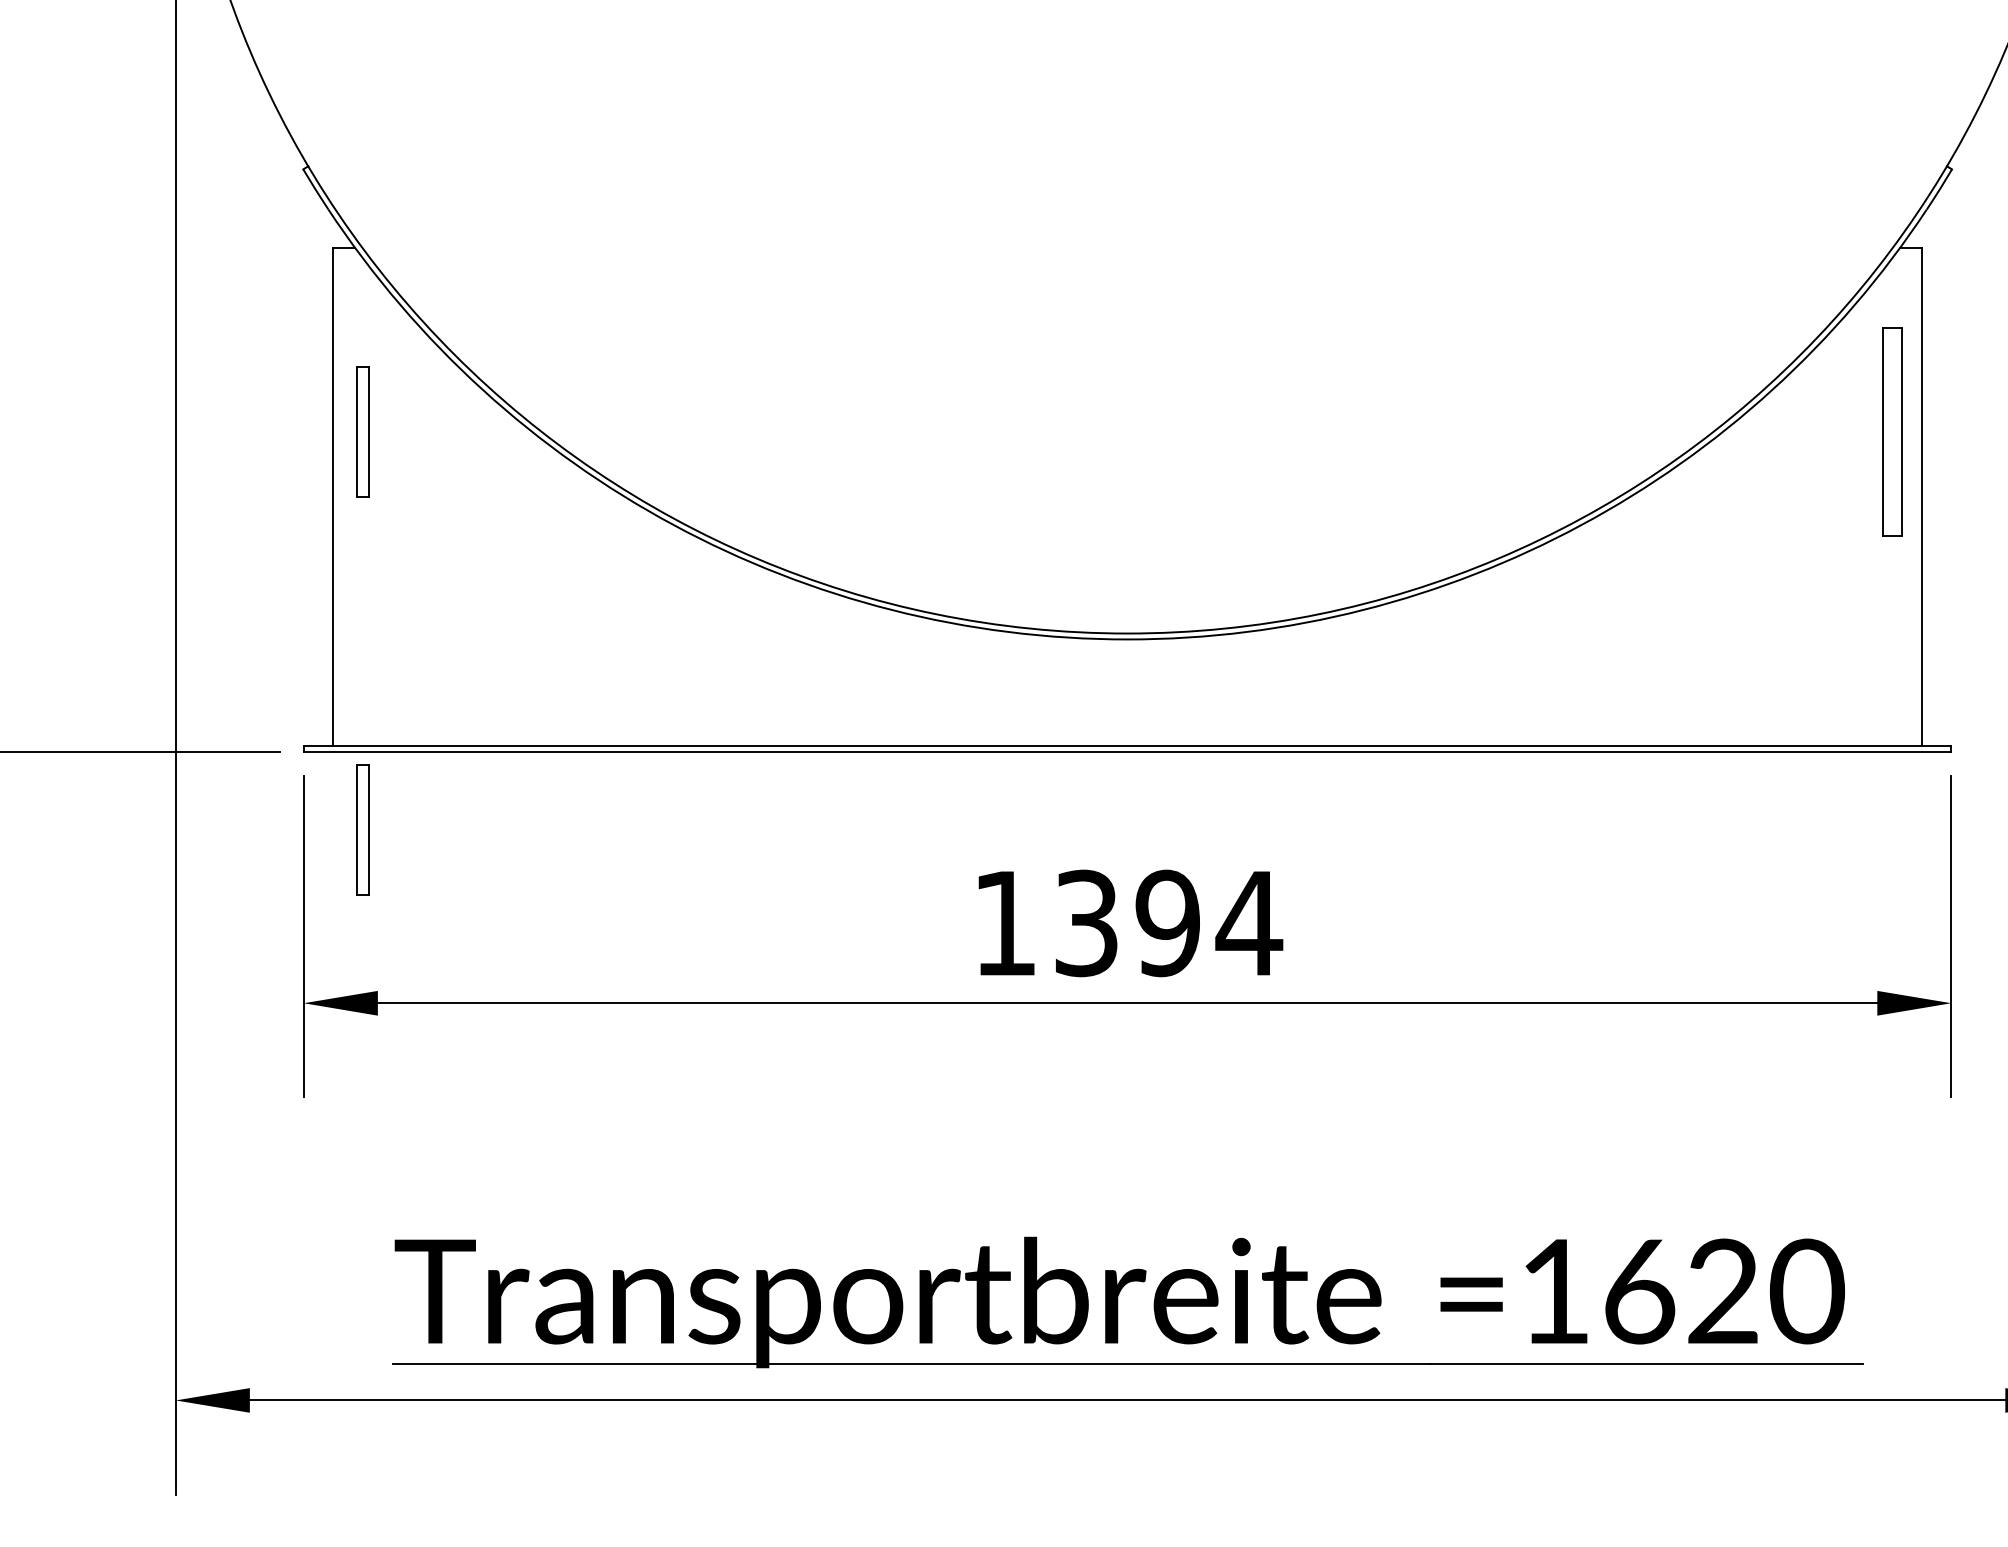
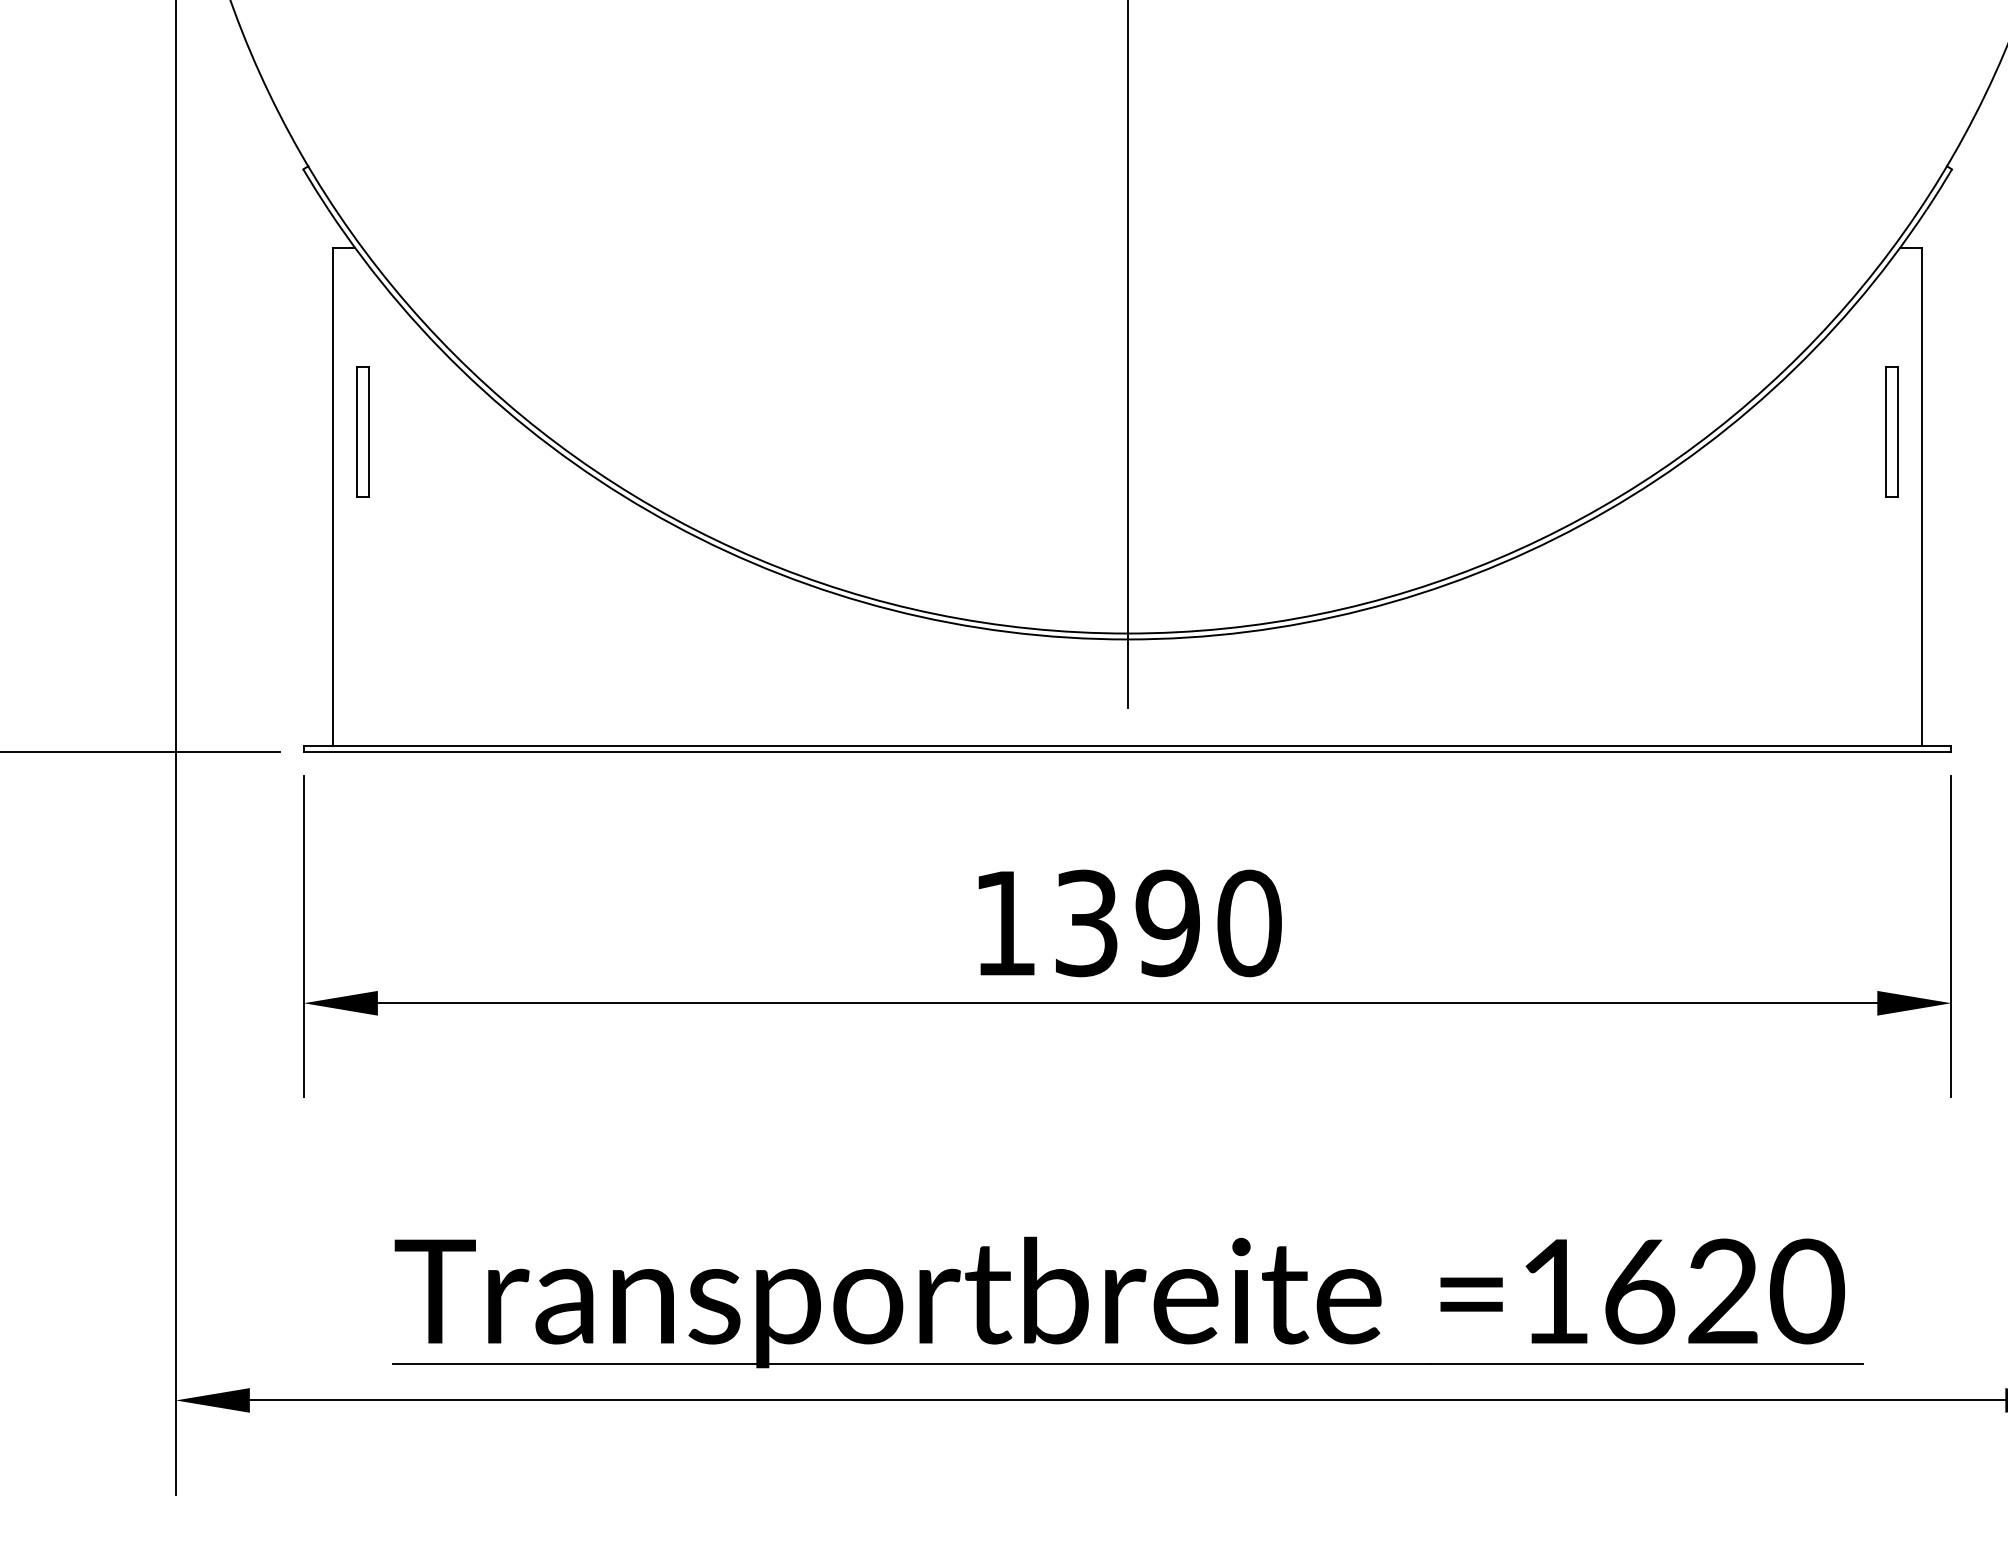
line at (1127, 354): none -> present
part at (1892, 431) size: 21x210 px -> 14x132 px
part at (362, 829): present -> none
text at (1249, 923): 1394 -> 1390
